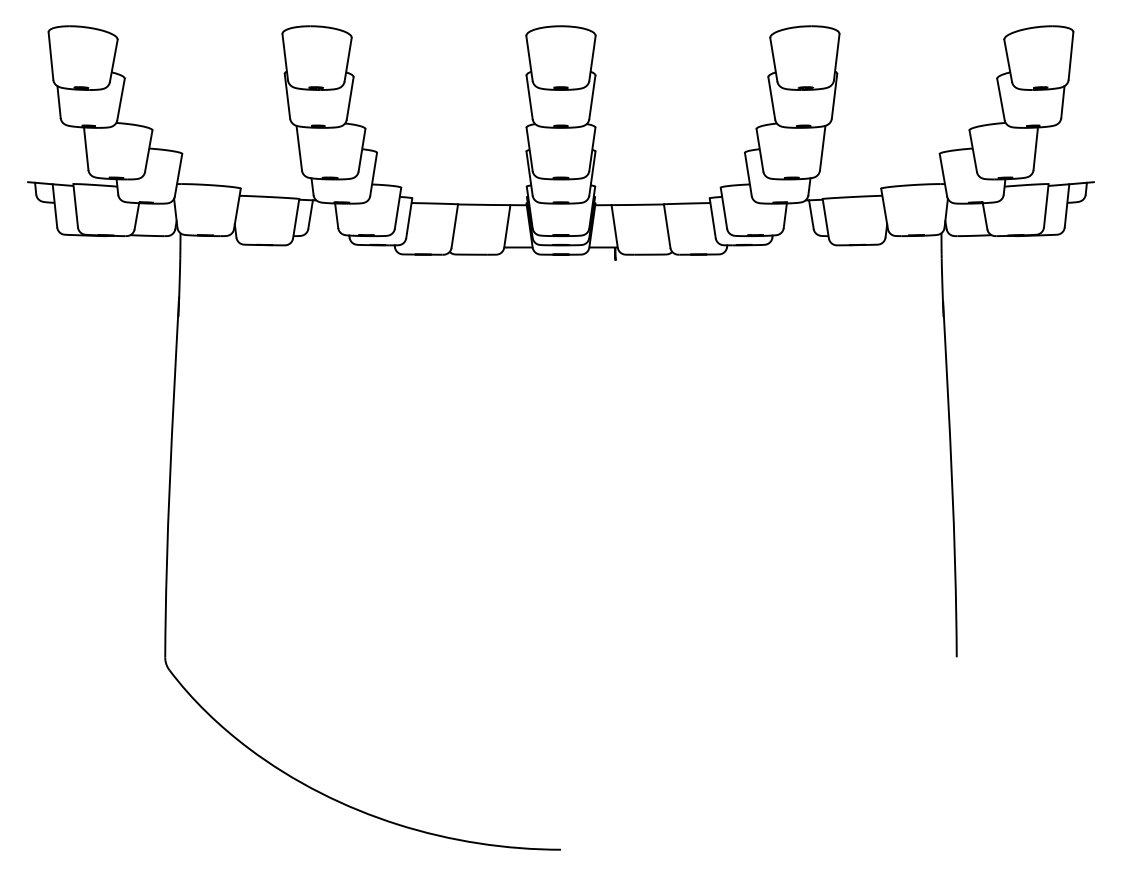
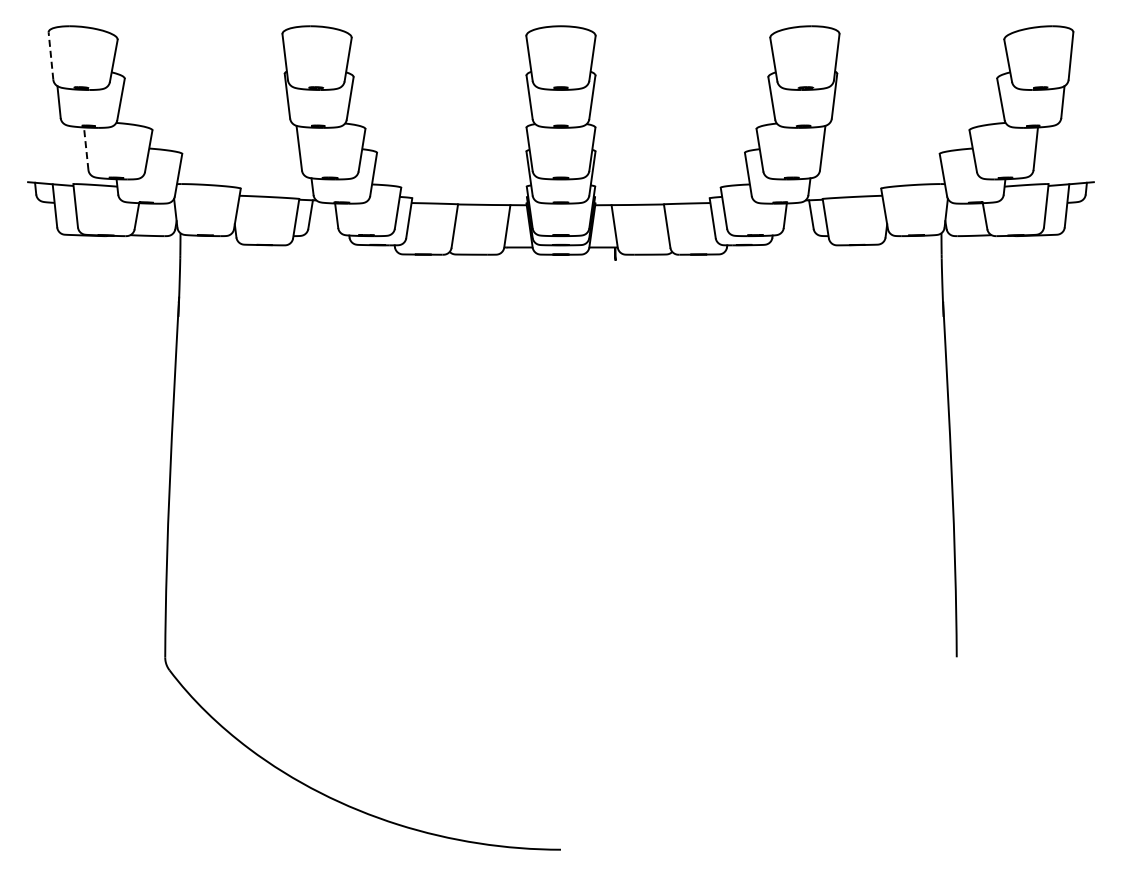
line at (50, 56): solid -> dashed
line at (86, 148): solid -> dashed
